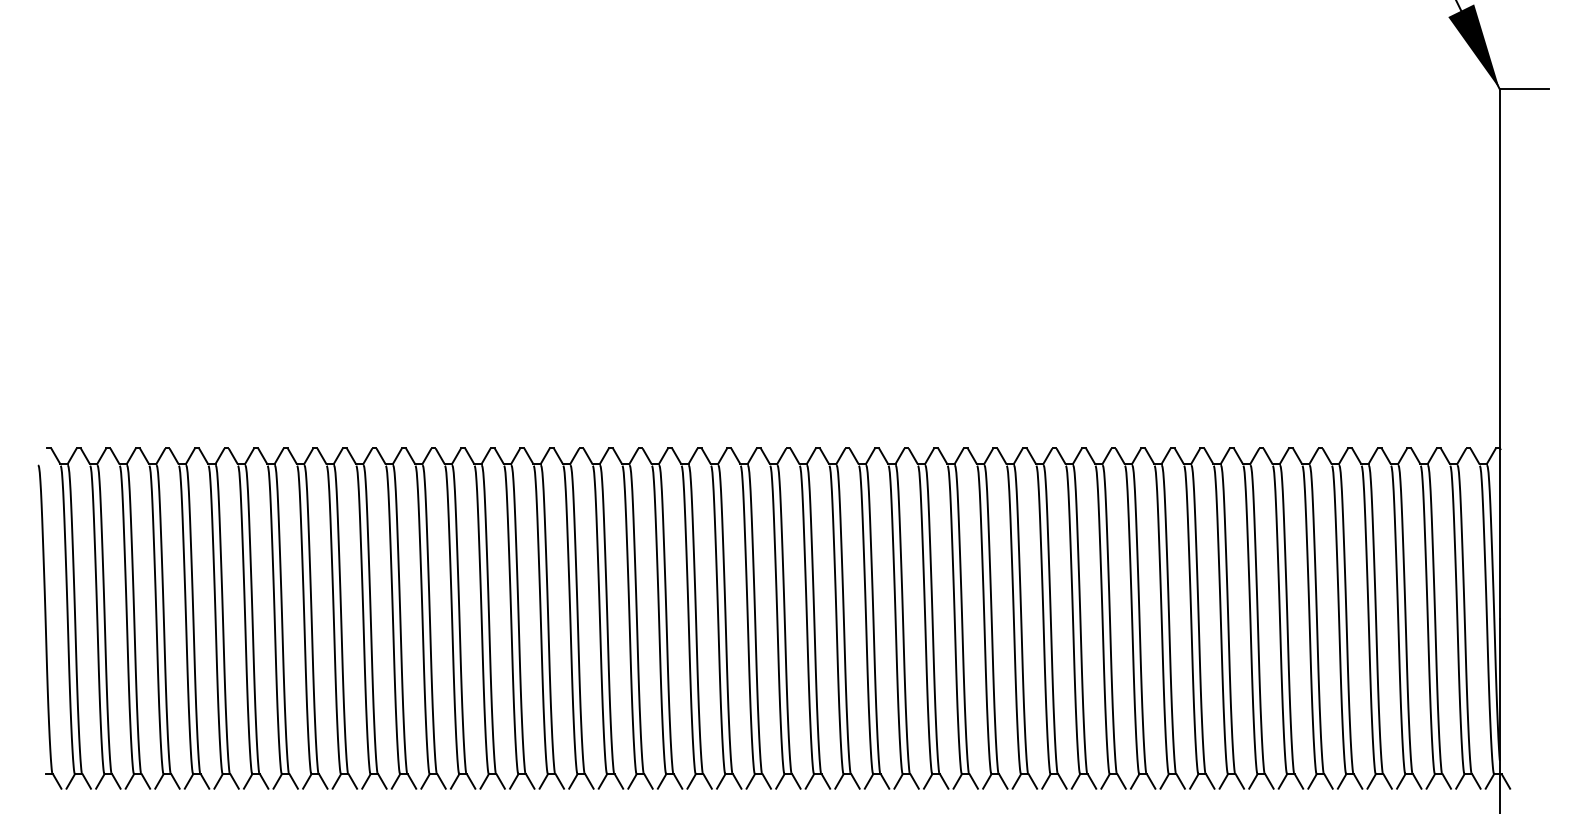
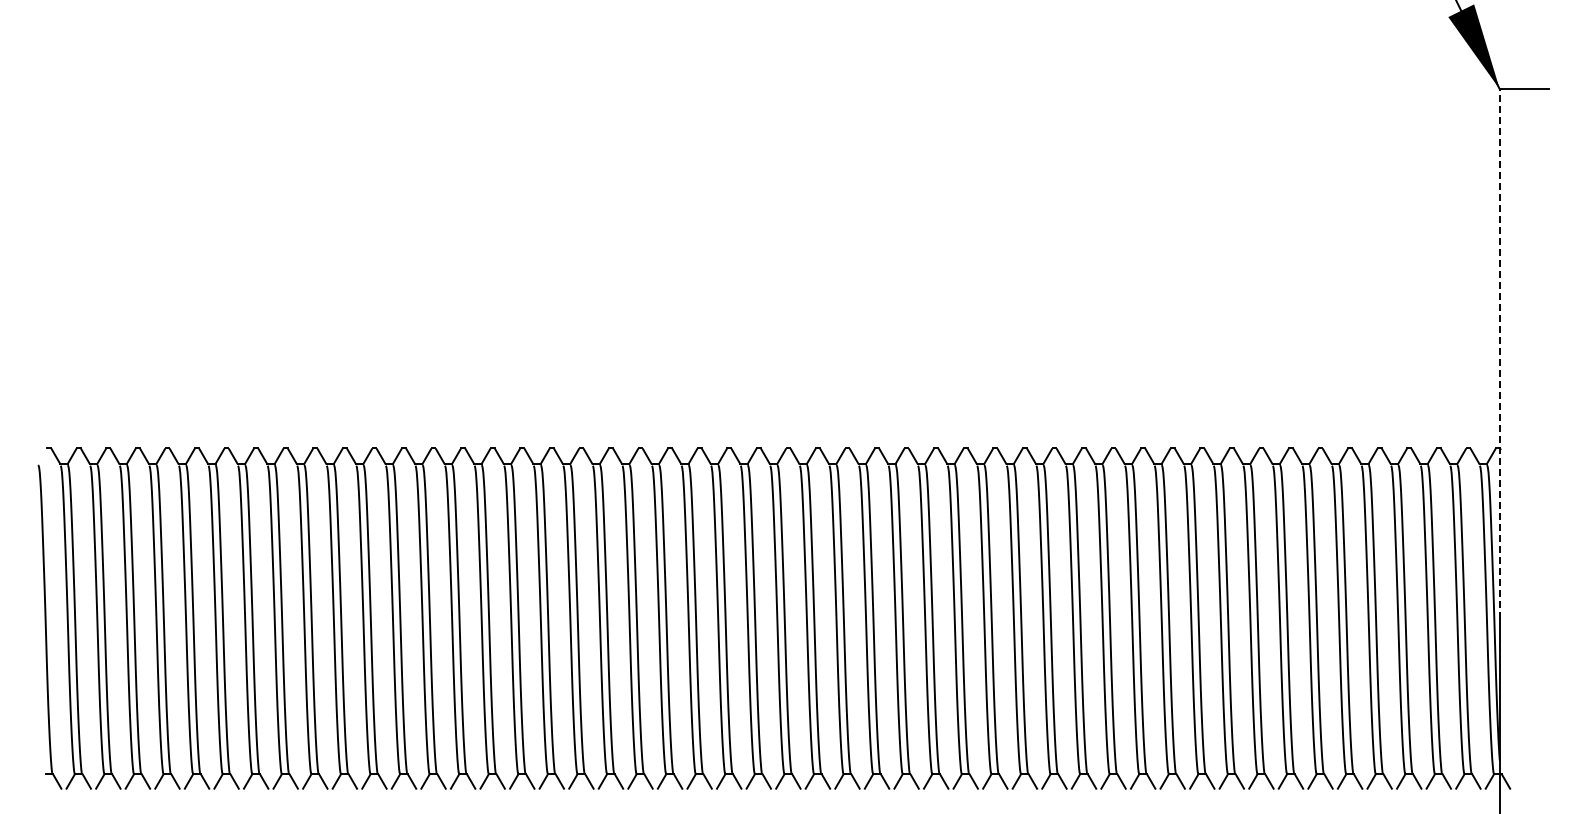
line at (1499, 354): solid -> dashed
